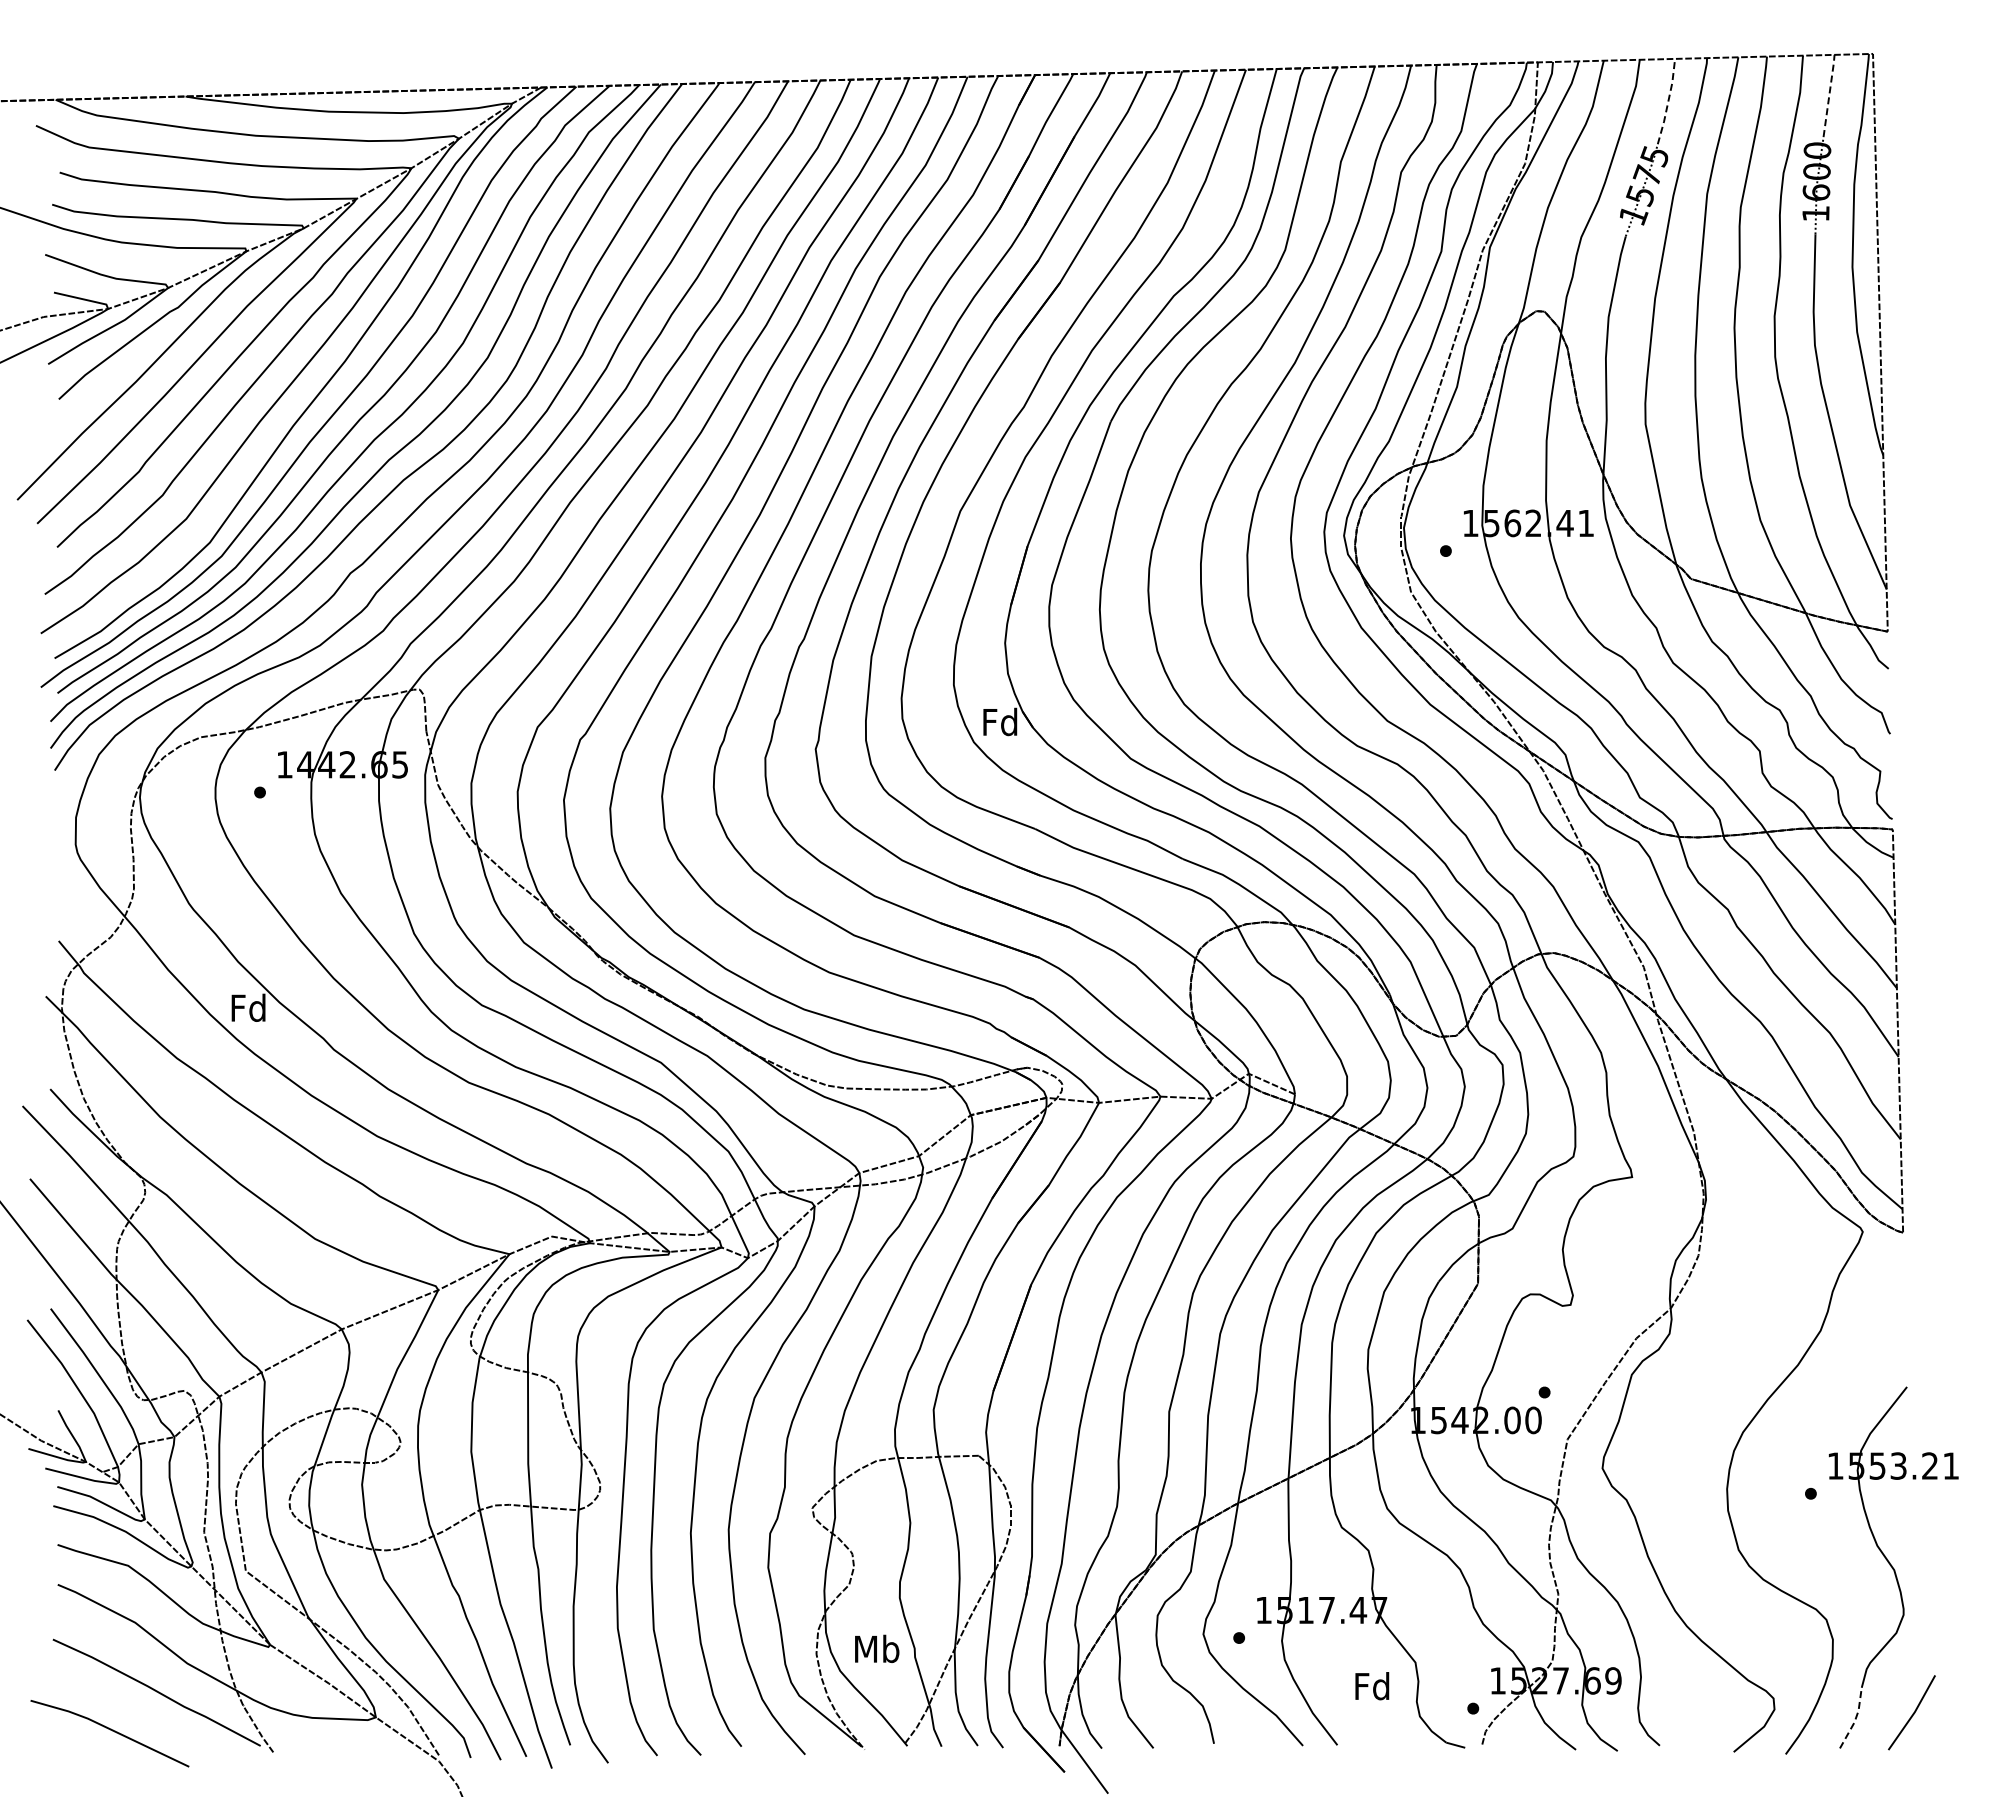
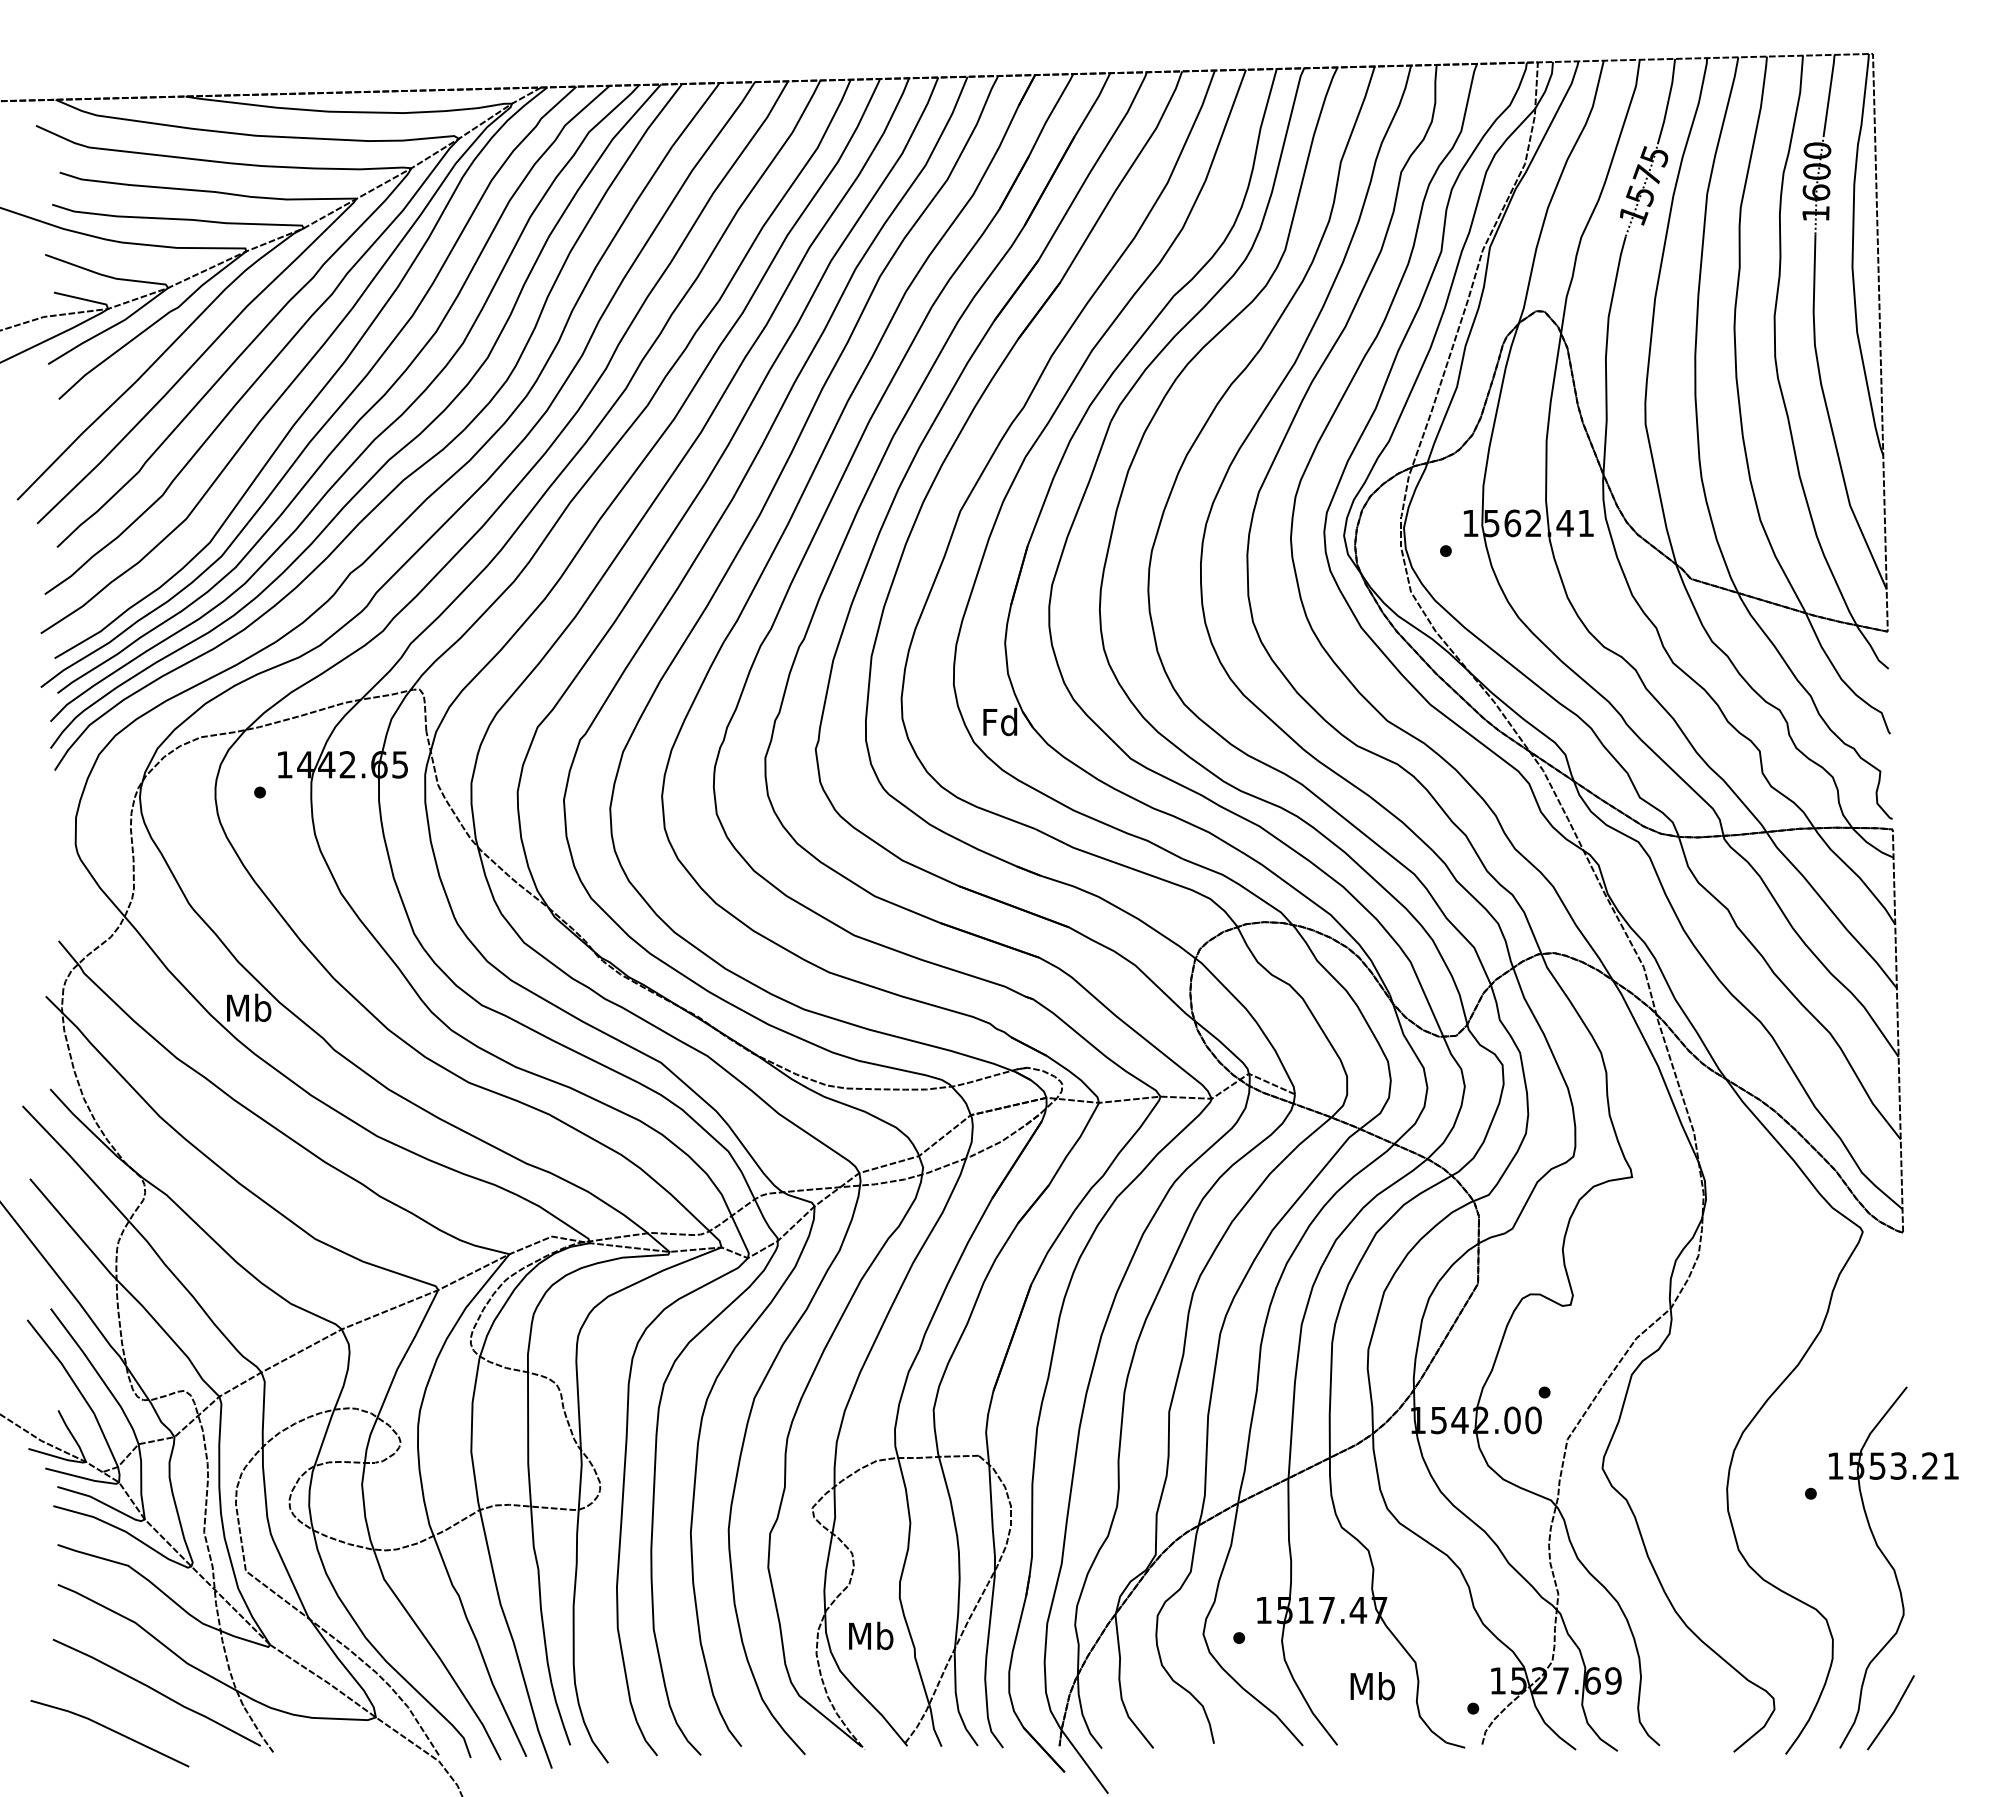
line at (1829, 94): dashed -> solid
line at (1668, 101): dashed -> solid
text at (249, 1007): Fd -> Mb
text at (877, 1648) position: (877, 1648) -> (871, 1635)
text at (1372, 1686): Fd -> Mb
line at (1912, 1713) position: (1912, 1713) -> (1891, 1713)
line at (1855, 1718): dashed -> solid
